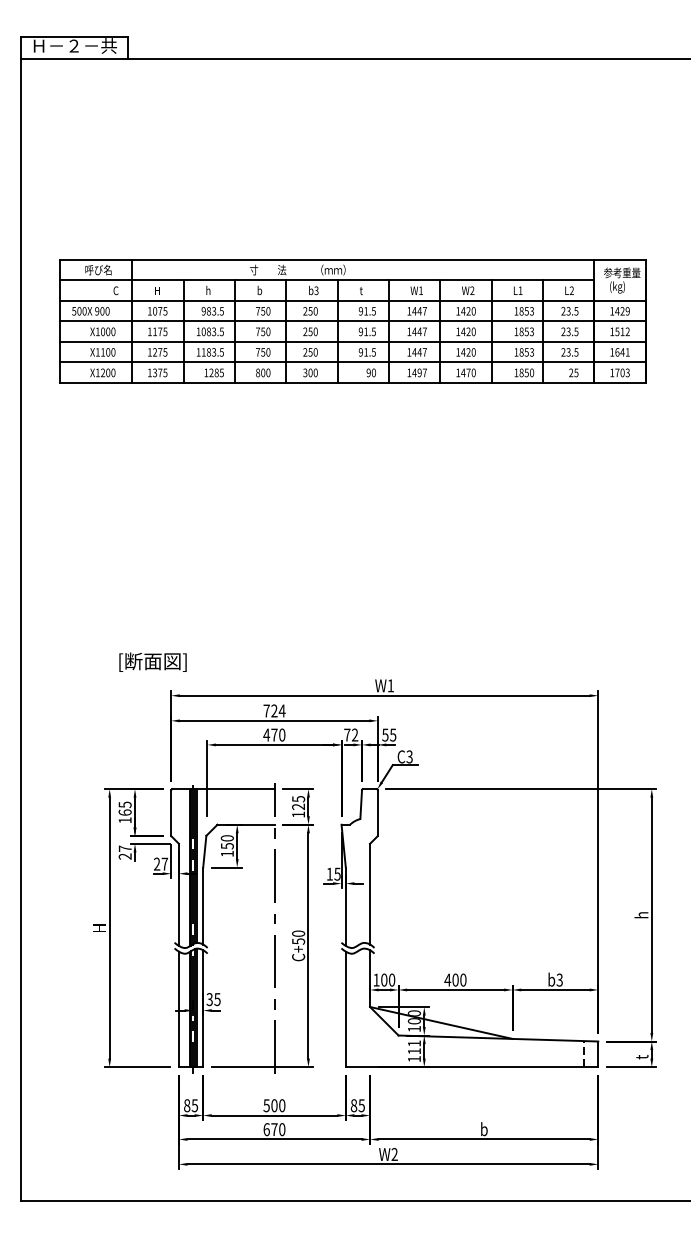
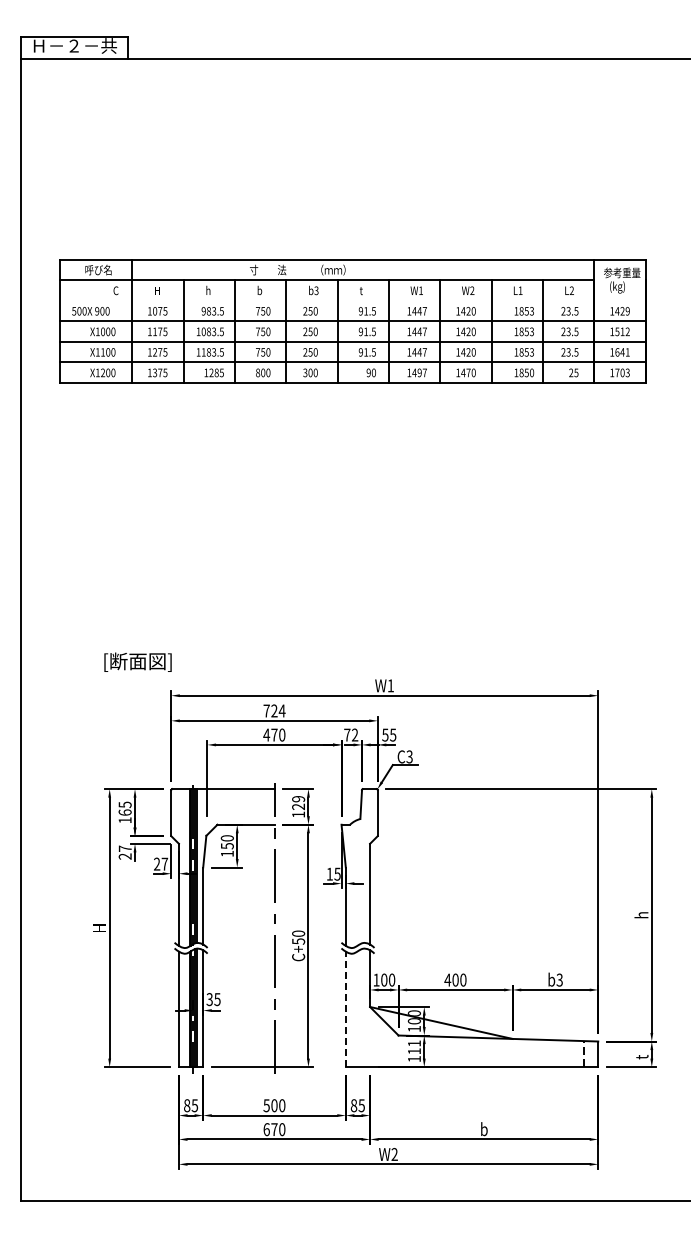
line at (352, 300): present -> none
text at (152, 661) position: (152, 661) -> (137, 661)
text at (298, 799): 125 -> 129
line at (345, 1009): solid -> dashed
